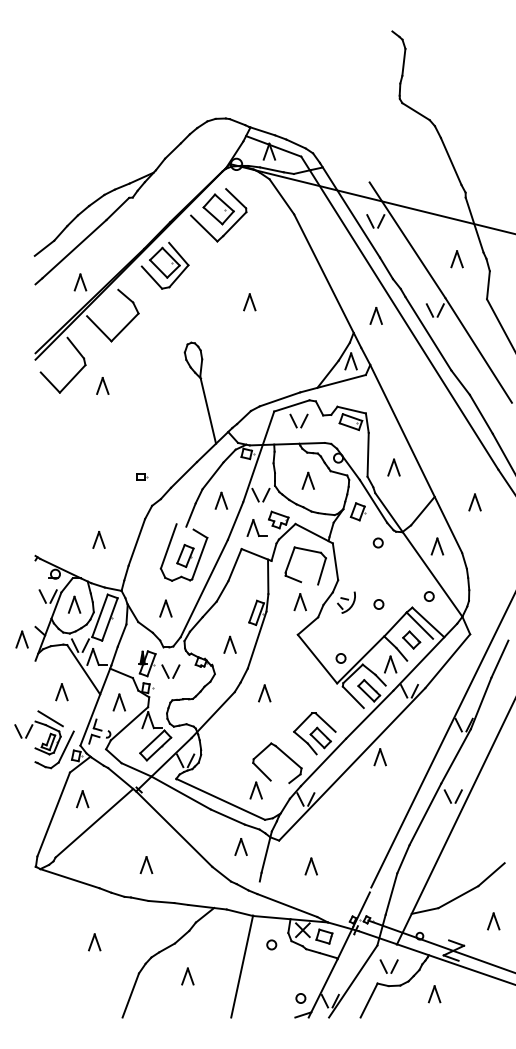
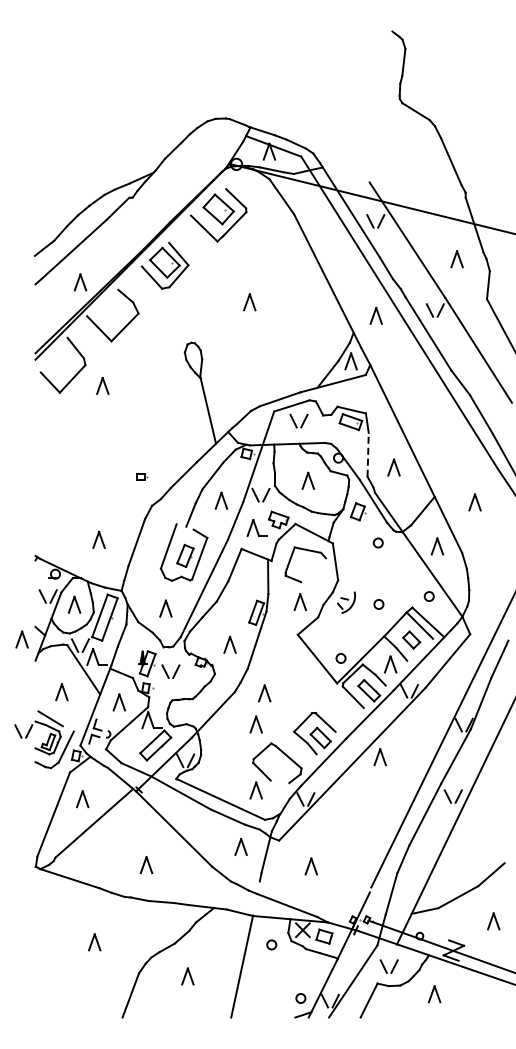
line at (368, 454): solid -> dashed
line at (321, 571): present -> none
part at (255, 724): none -> present
